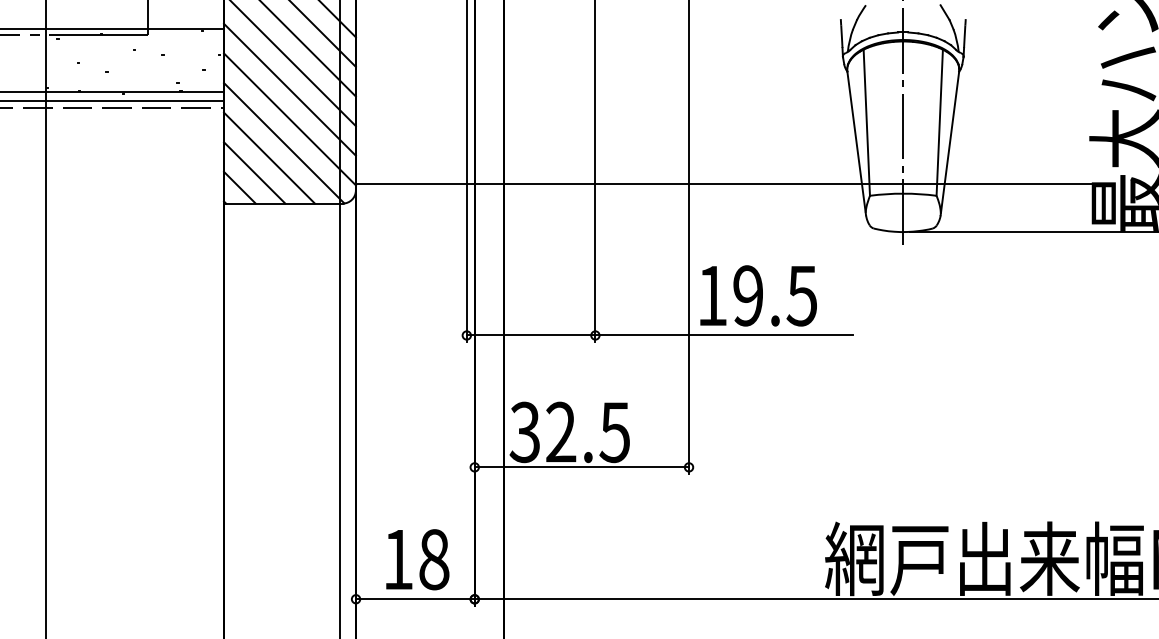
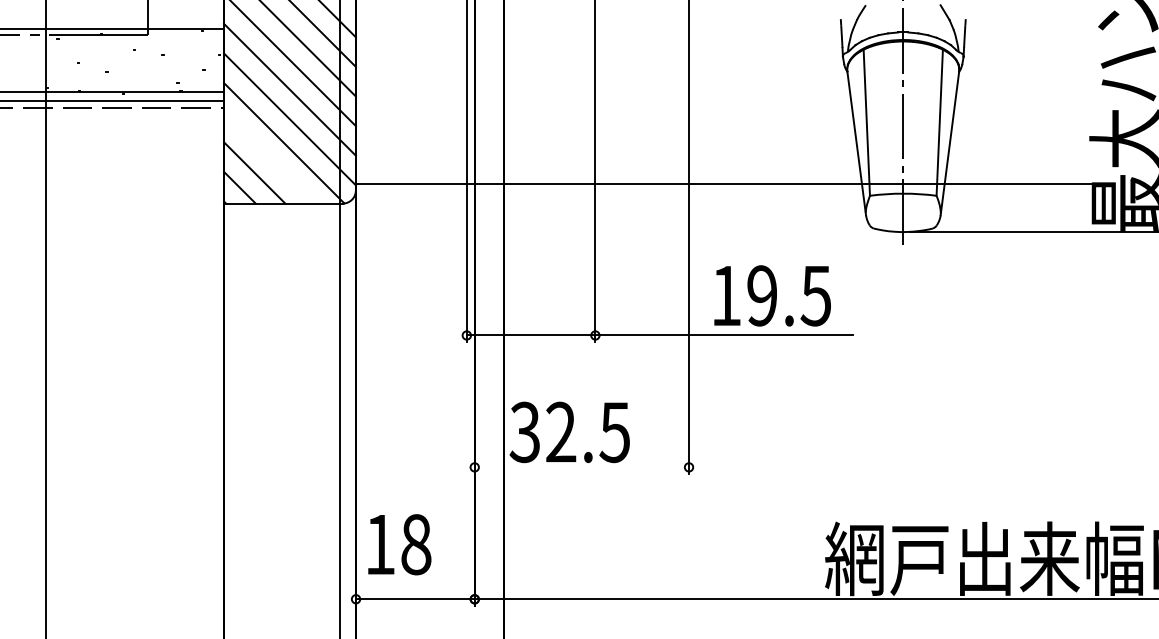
line at (269, 157): present -> none
text at (758, 295) position: (758, 295) -> (772, 295)
line at (581, 467): present -> none
text at (417, 559) position: (417, 559) -> (399, 544)
